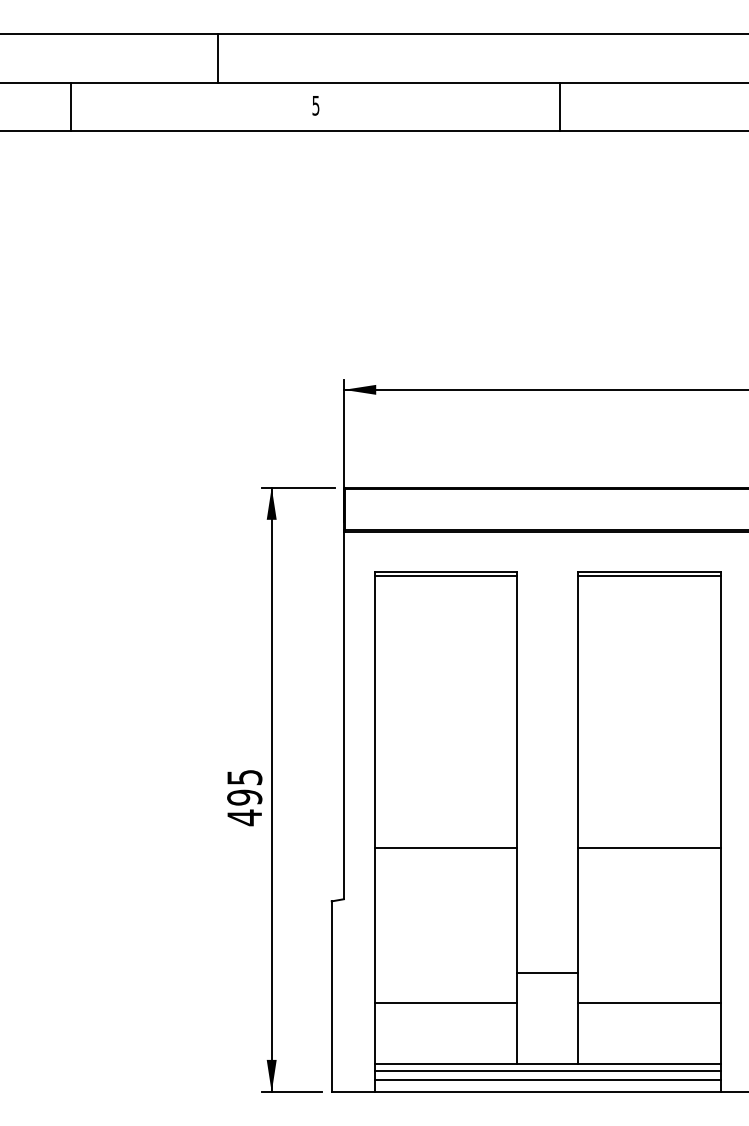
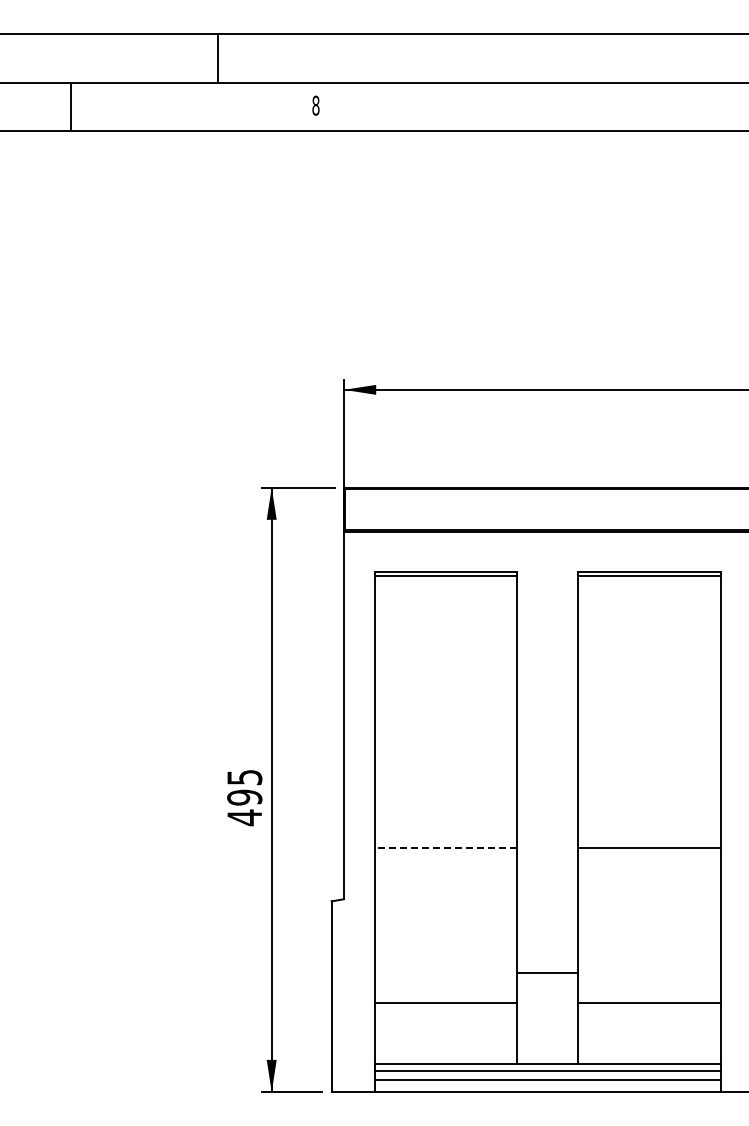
text at (315, 105): 5 -> 8
line at (559, 106): present -> none
line at (445, 847): solid -> dashed
